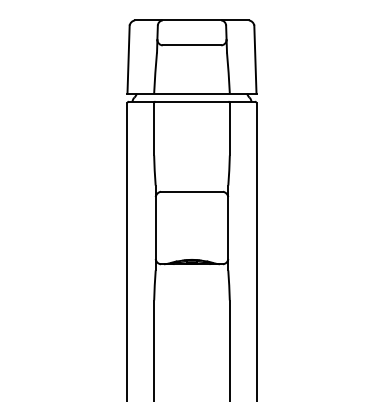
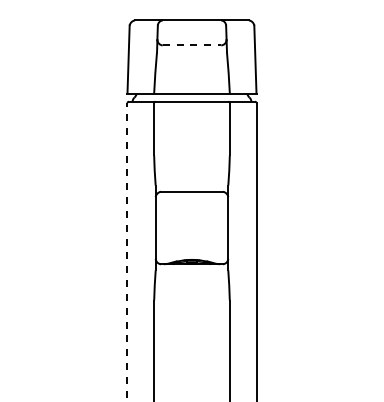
line at (192, 45): solid -> dashed
line at (127, 251): solid -> dashed
